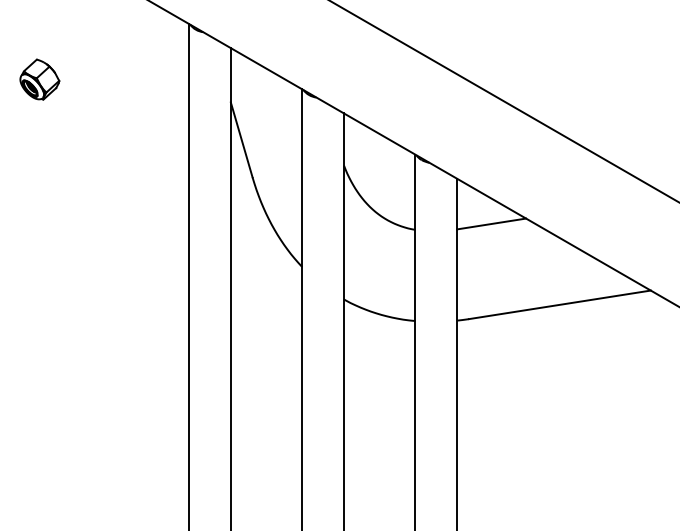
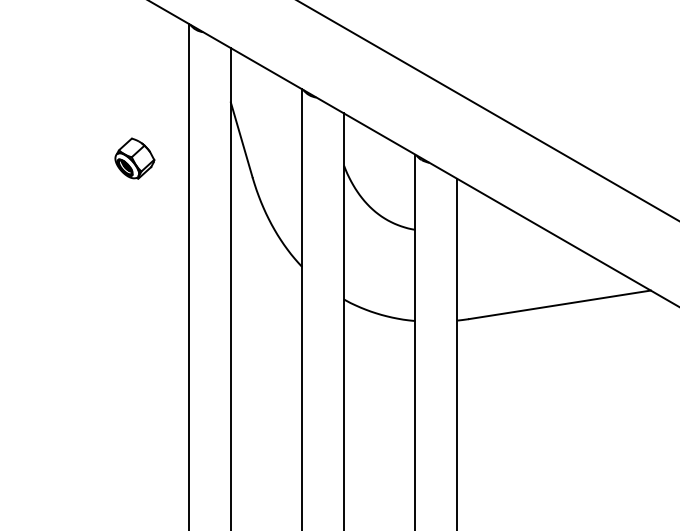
part at (39, 79) position: (39, 79) -> (134, 158)
line at (503, 101) position: (503, 101) -> (487, 110)
line at (491, 223): present -> none
